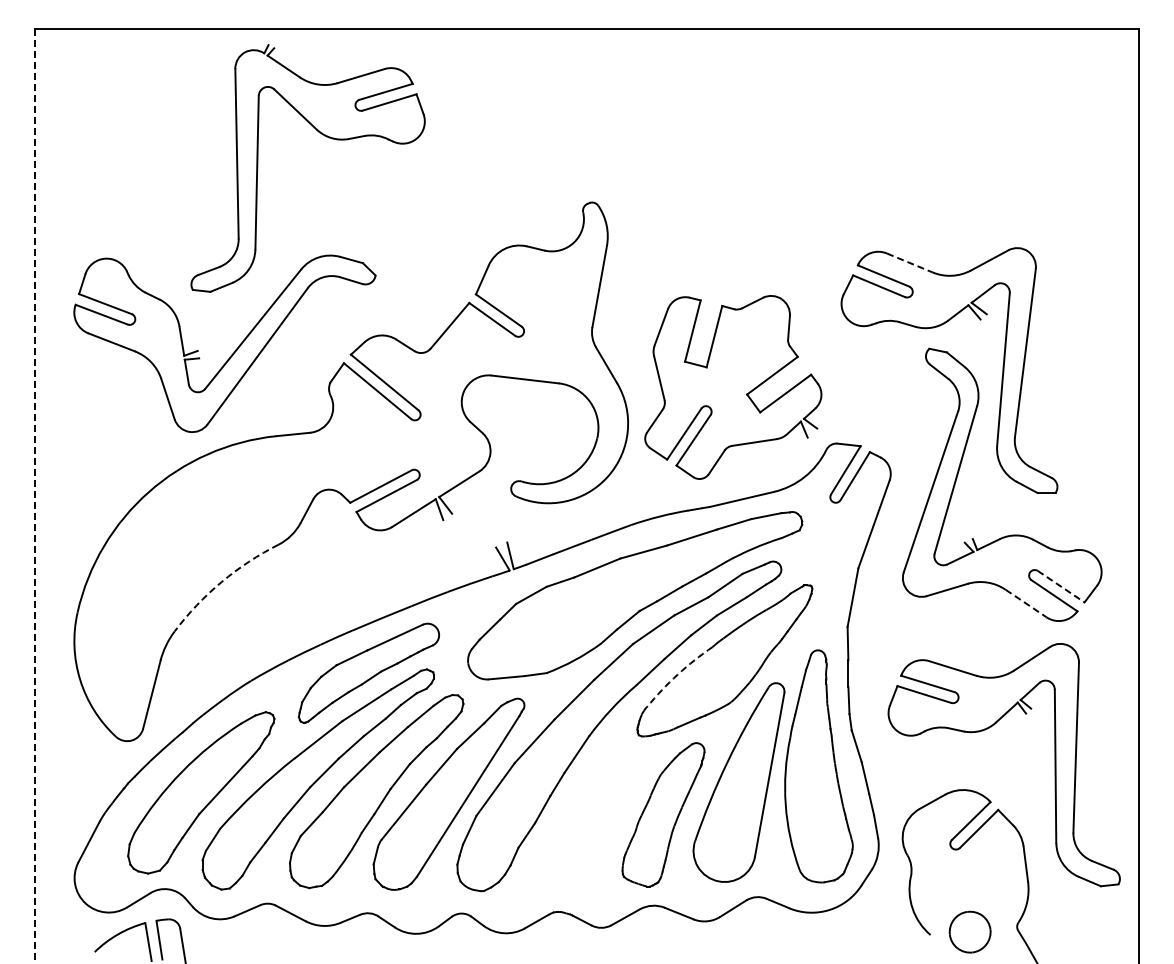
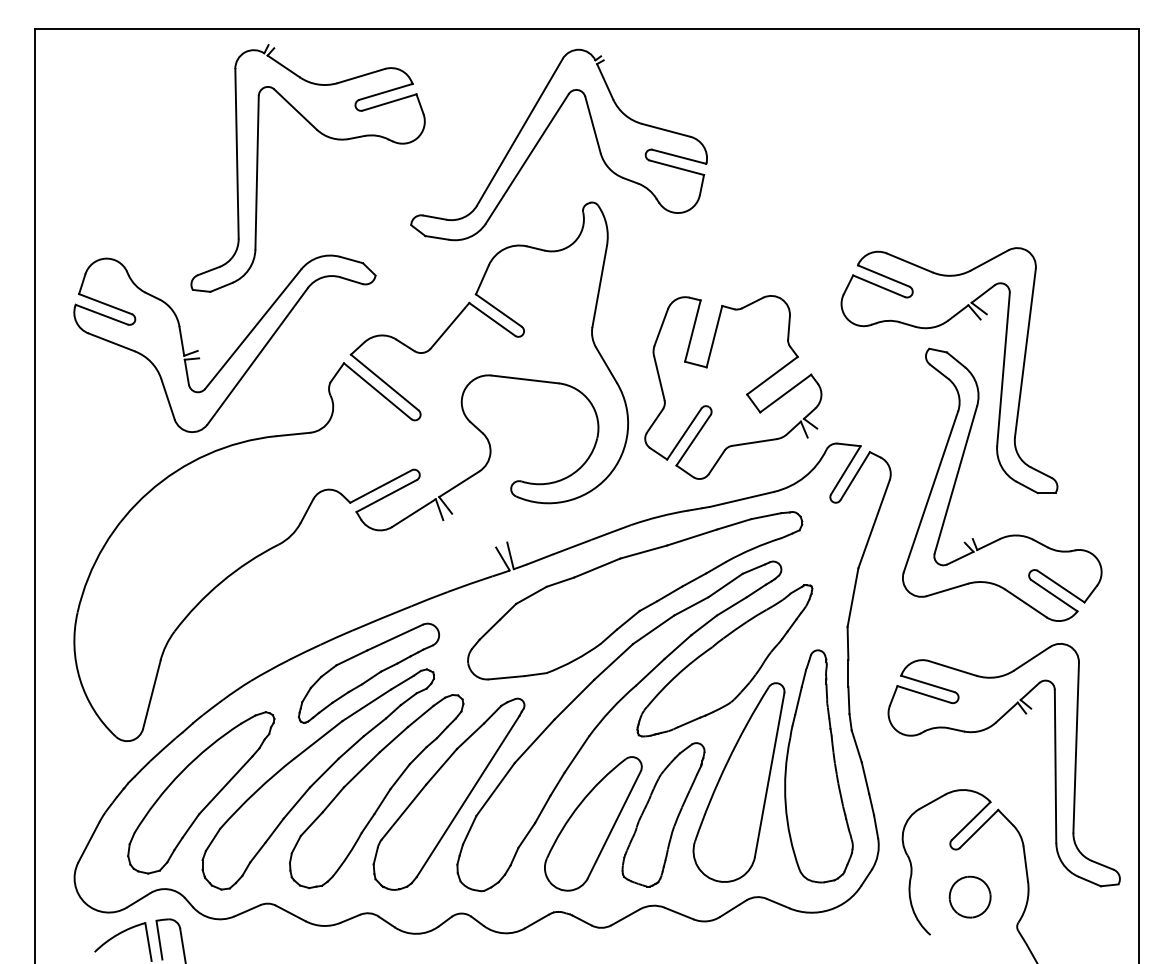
part at (542, 137): none -> present
line at (909, 263): dashed -> solid
line at (35, 495): dashed -> solid
arc at (221, 582): dashed -> solid
line at (1061, 586): dashed -> solid
line at (1026, 603): dashed -> solid
arc at (677, 674): dashed -> solid
part at (593, 823): none -> present
part at (969, 931) position: (969, 931) -> (969, 896)
